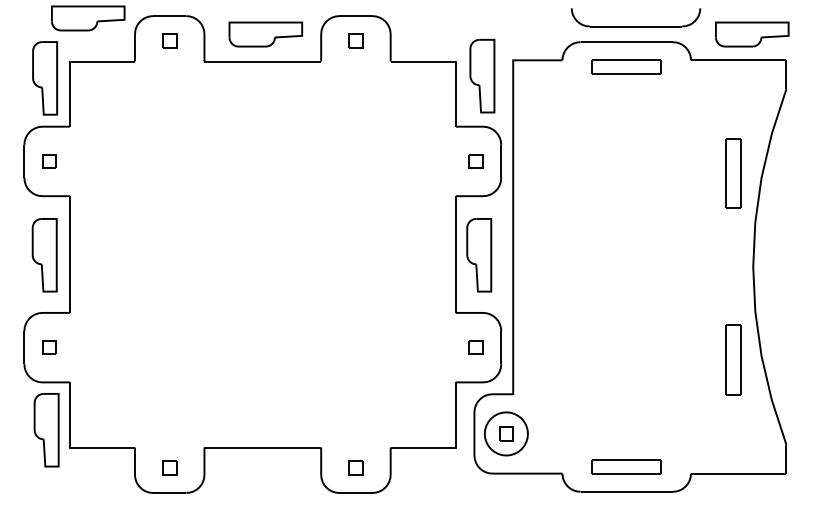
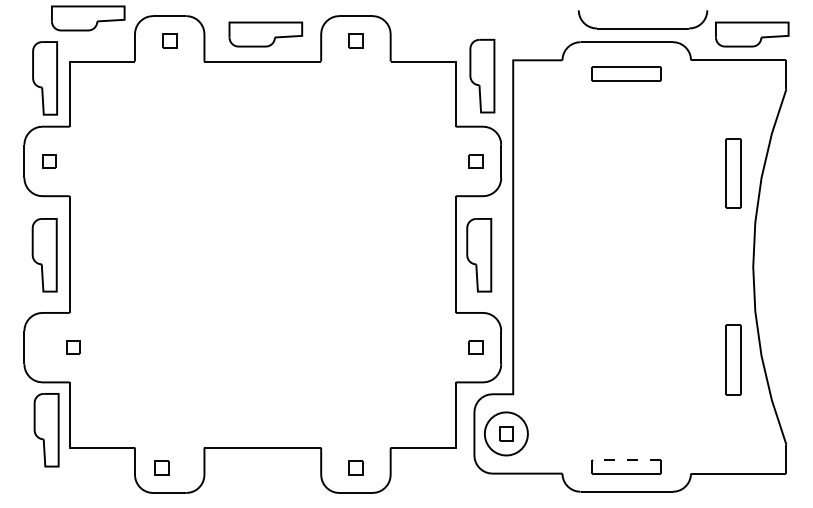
part at (636, 26) position: (636, 26) -> (643, 28)
part at (626, 66) position: (626, 66) -> (626, 73)
part at (49, 347) position: (49, 347) -> (73, 347)
line at (626, 459): solid -> dashed
part at (169, 467) position: (169, 467) -> (161, 467)
